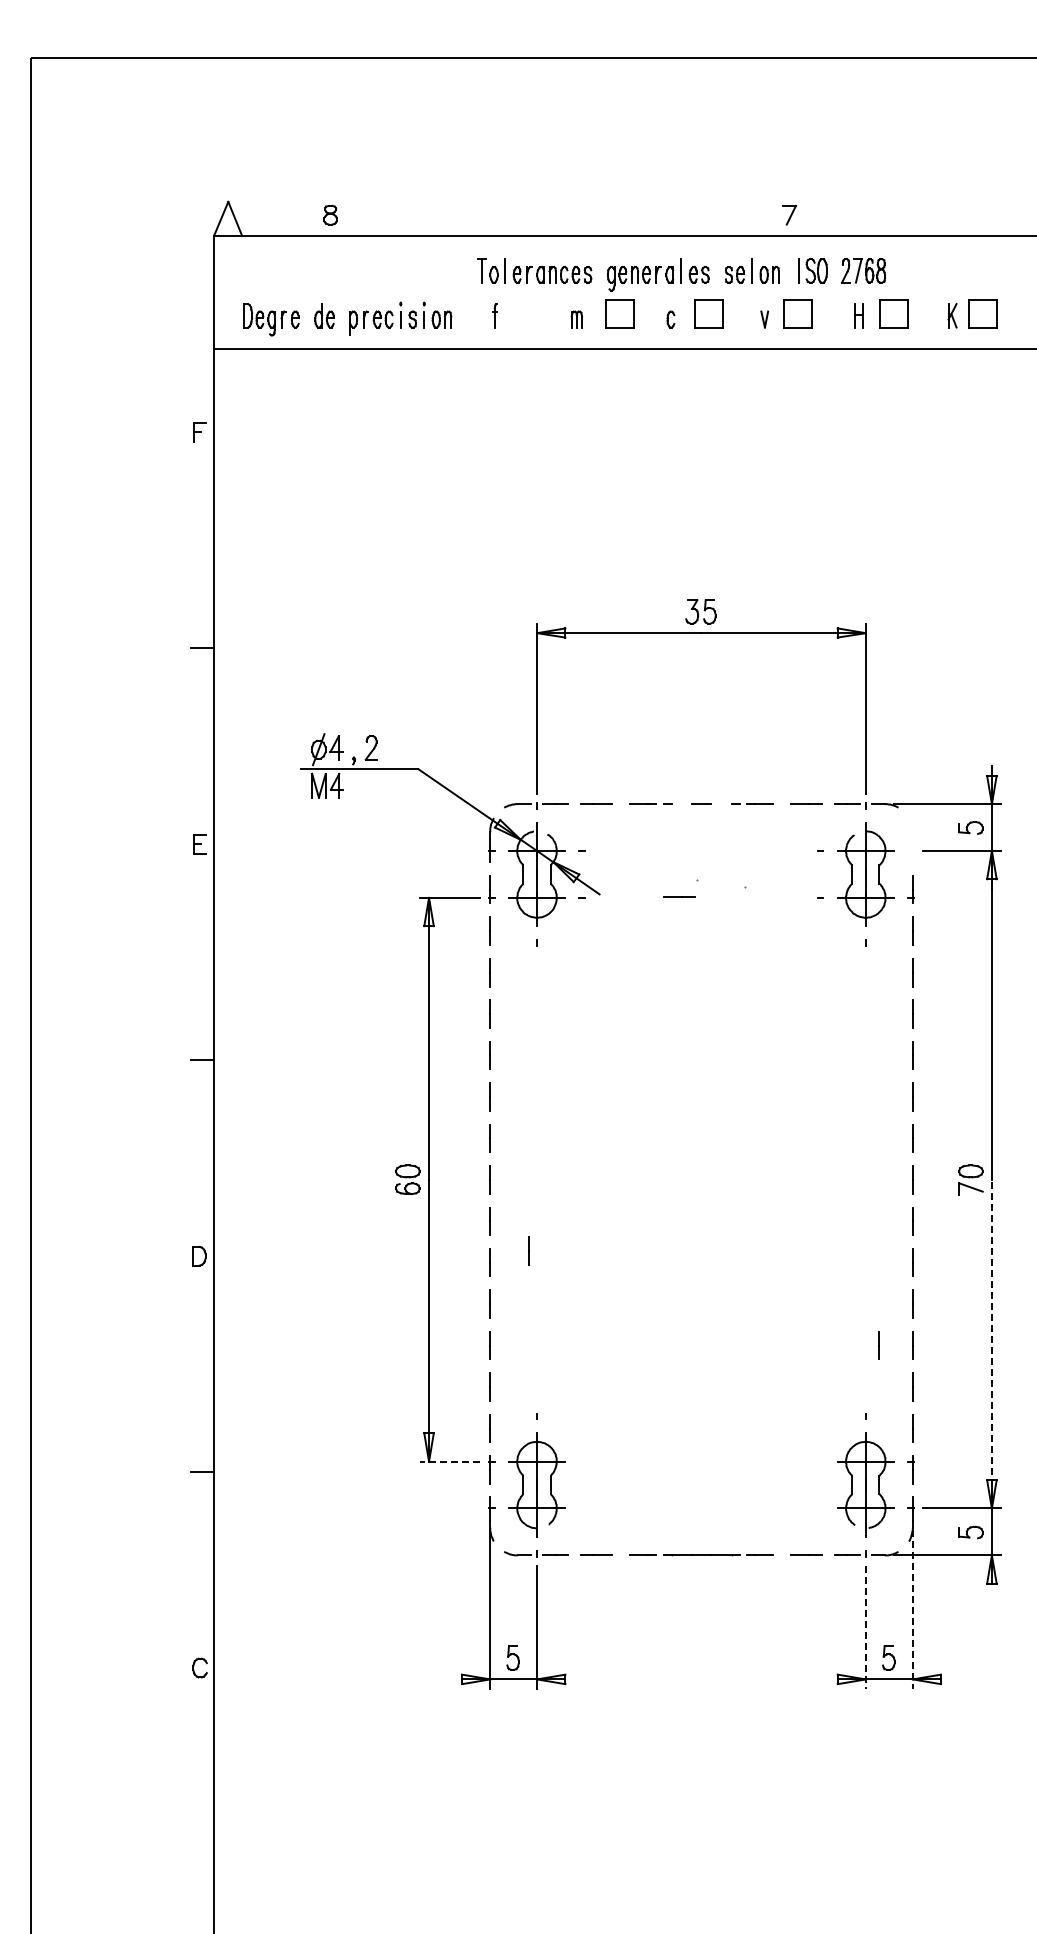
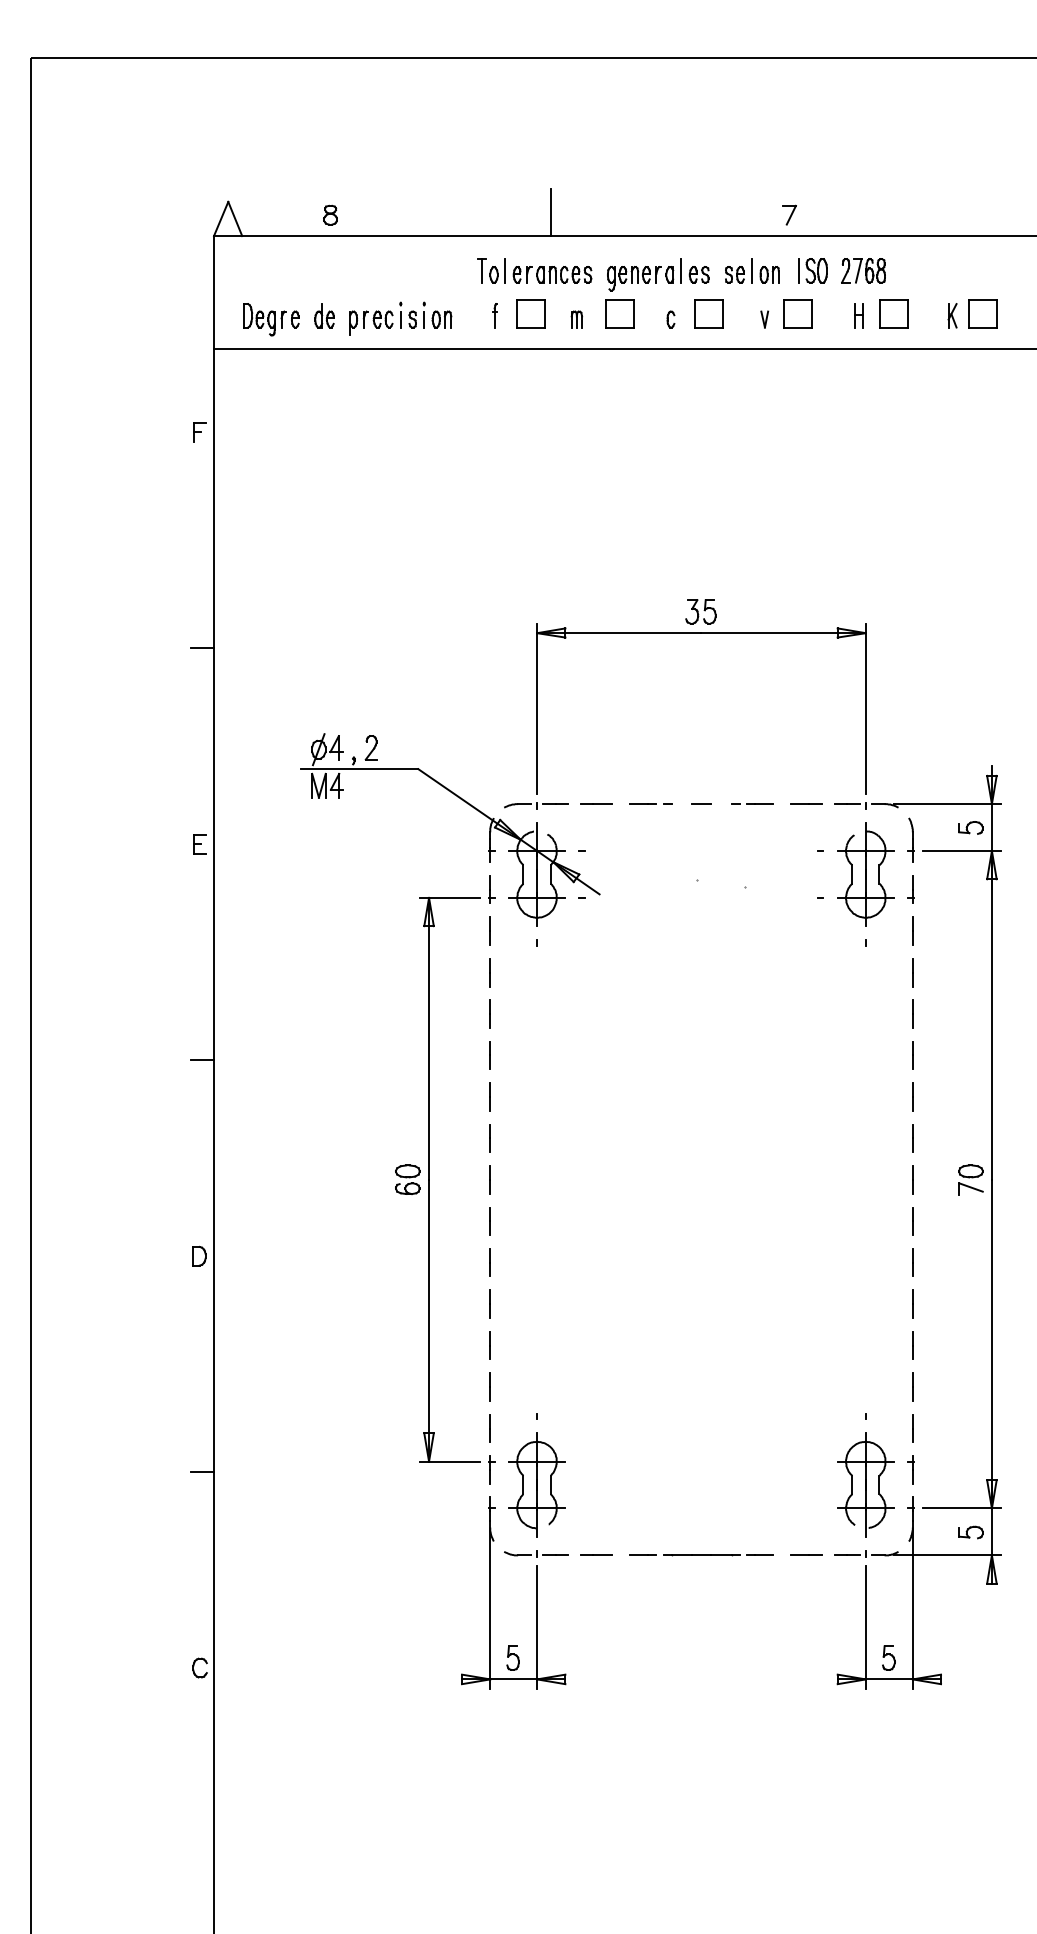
line at (551, 212): none -> present
part at (530, 313): none -> present
part at (910, 839): none -> present
line at (679, 896): present -> none
line at (528, 1250): present -> none
line at (991, 1343): dashed -> solid
line at (878, 1345): present -> none
line at (449, 1461): dashed -> solid
line at (912, 1610): dashed -> solid
line at (865, 1627): dashed -> solid
